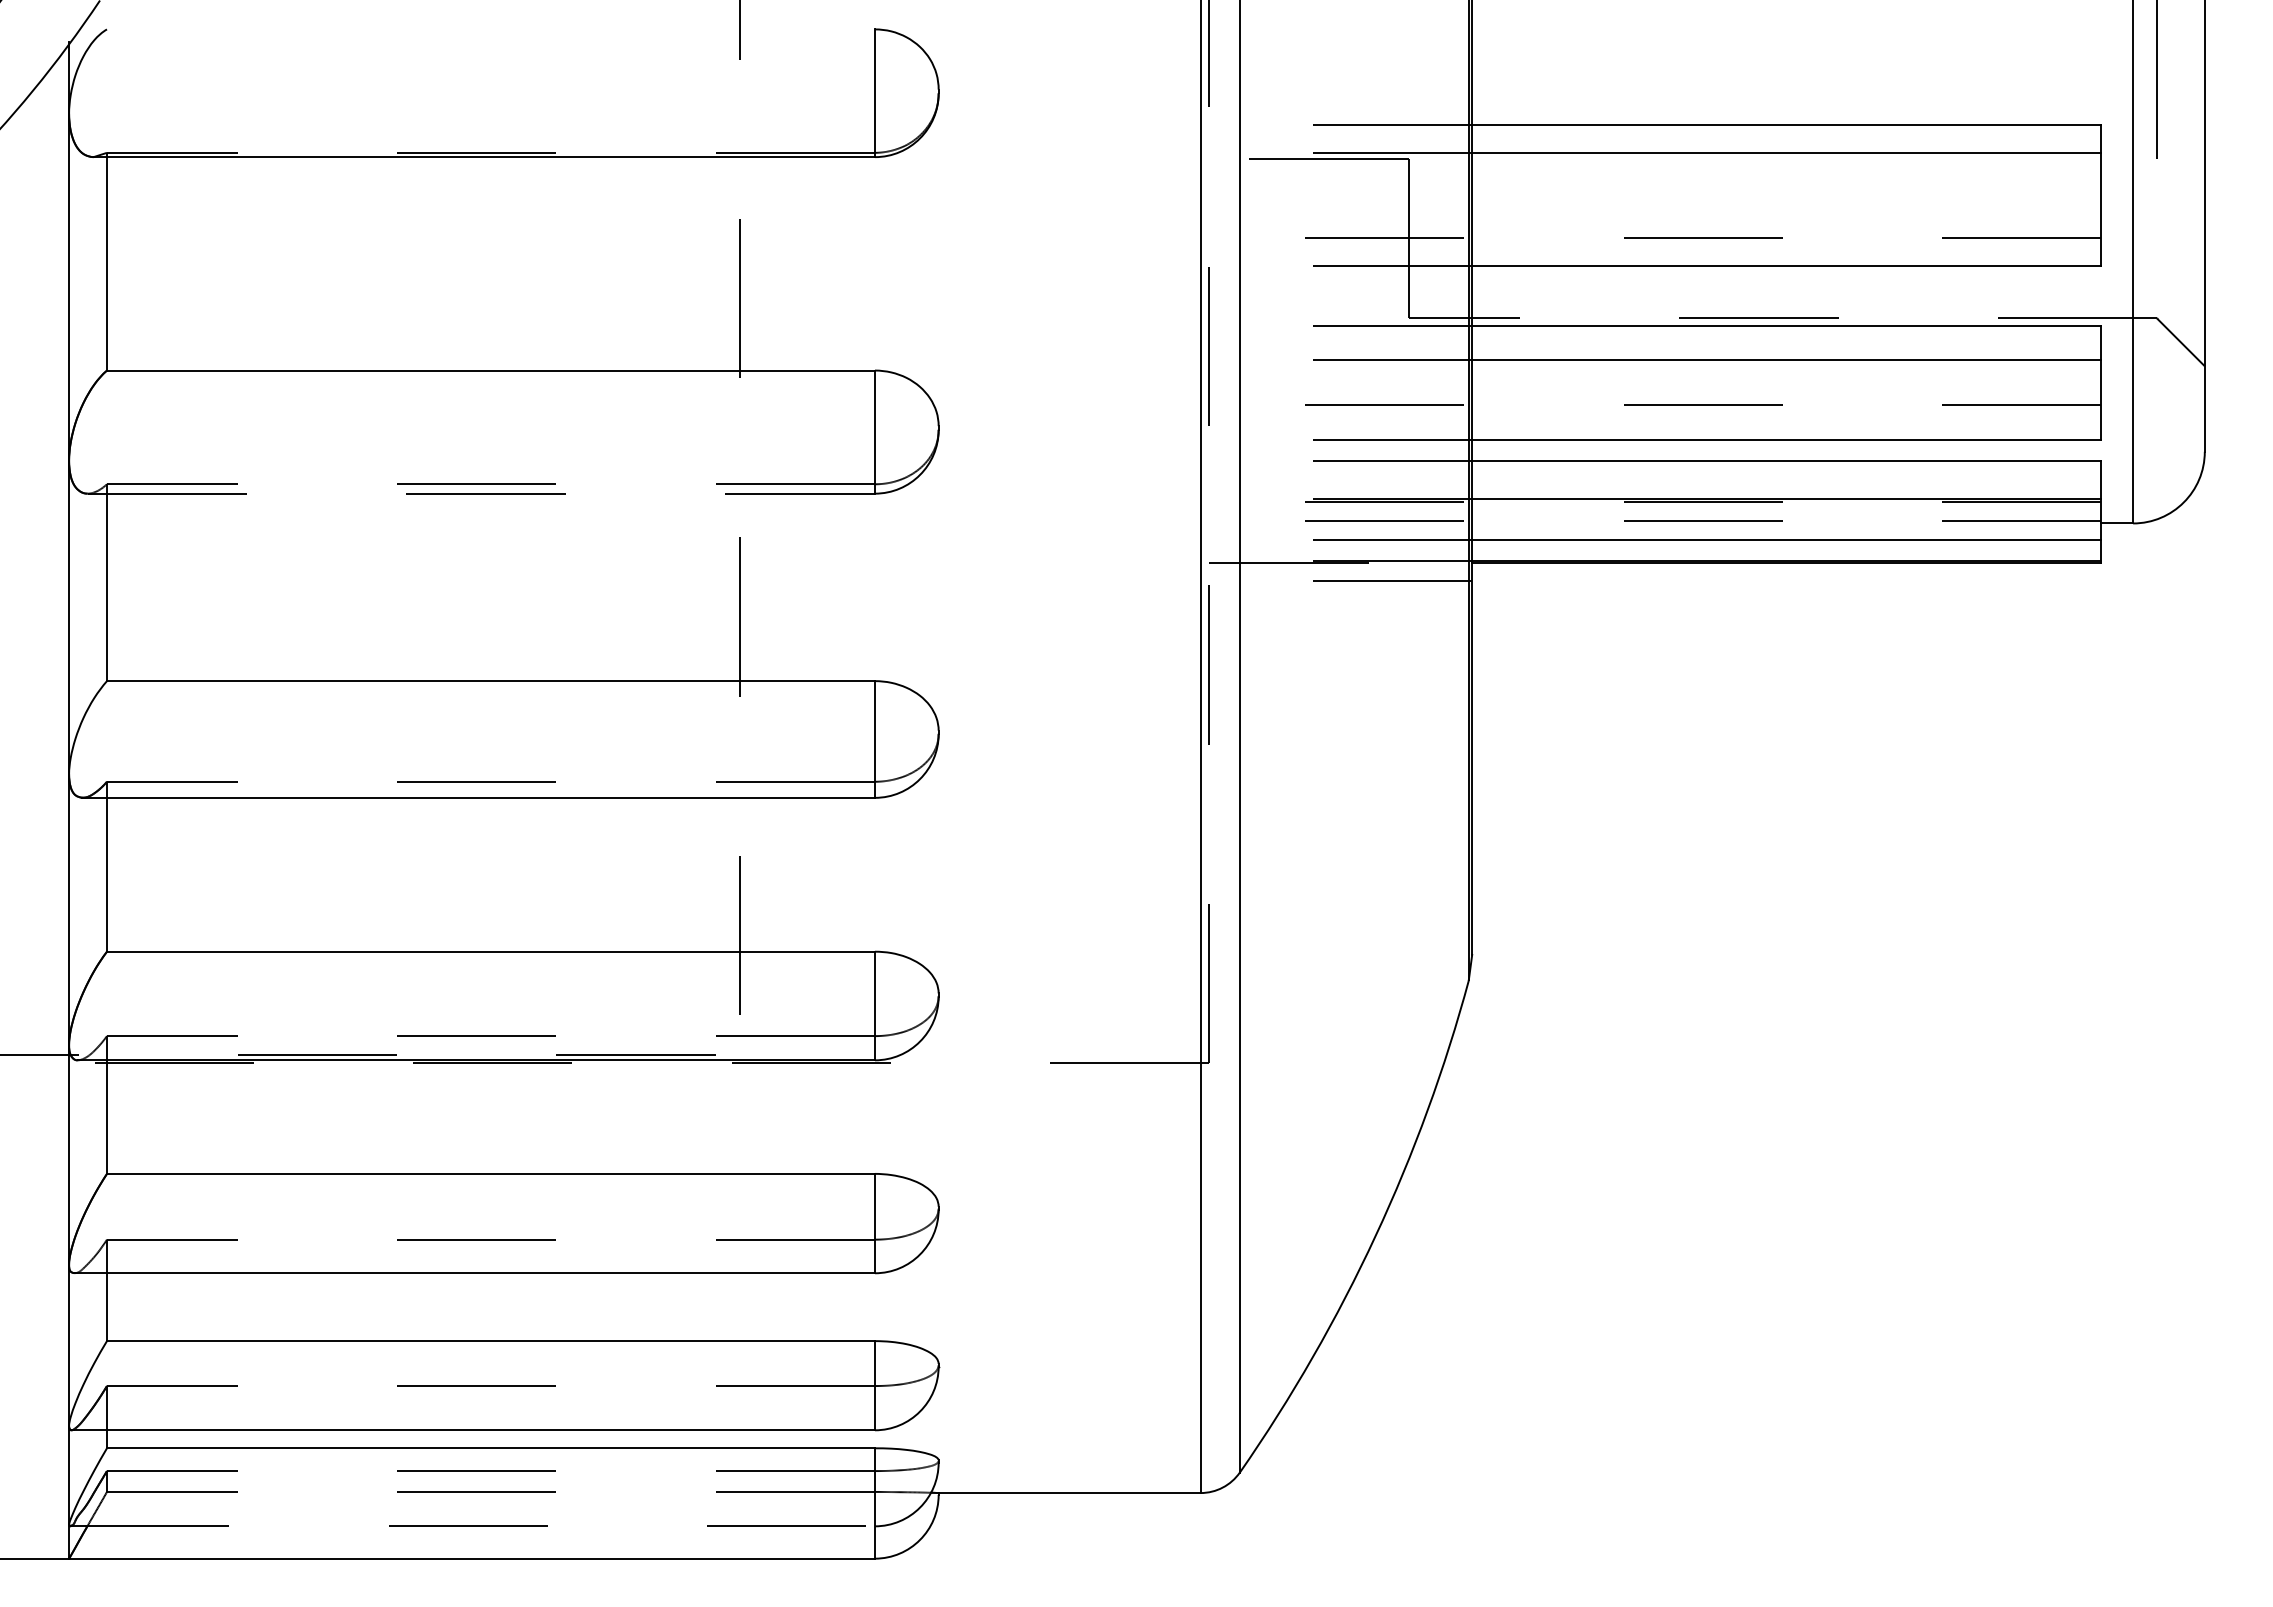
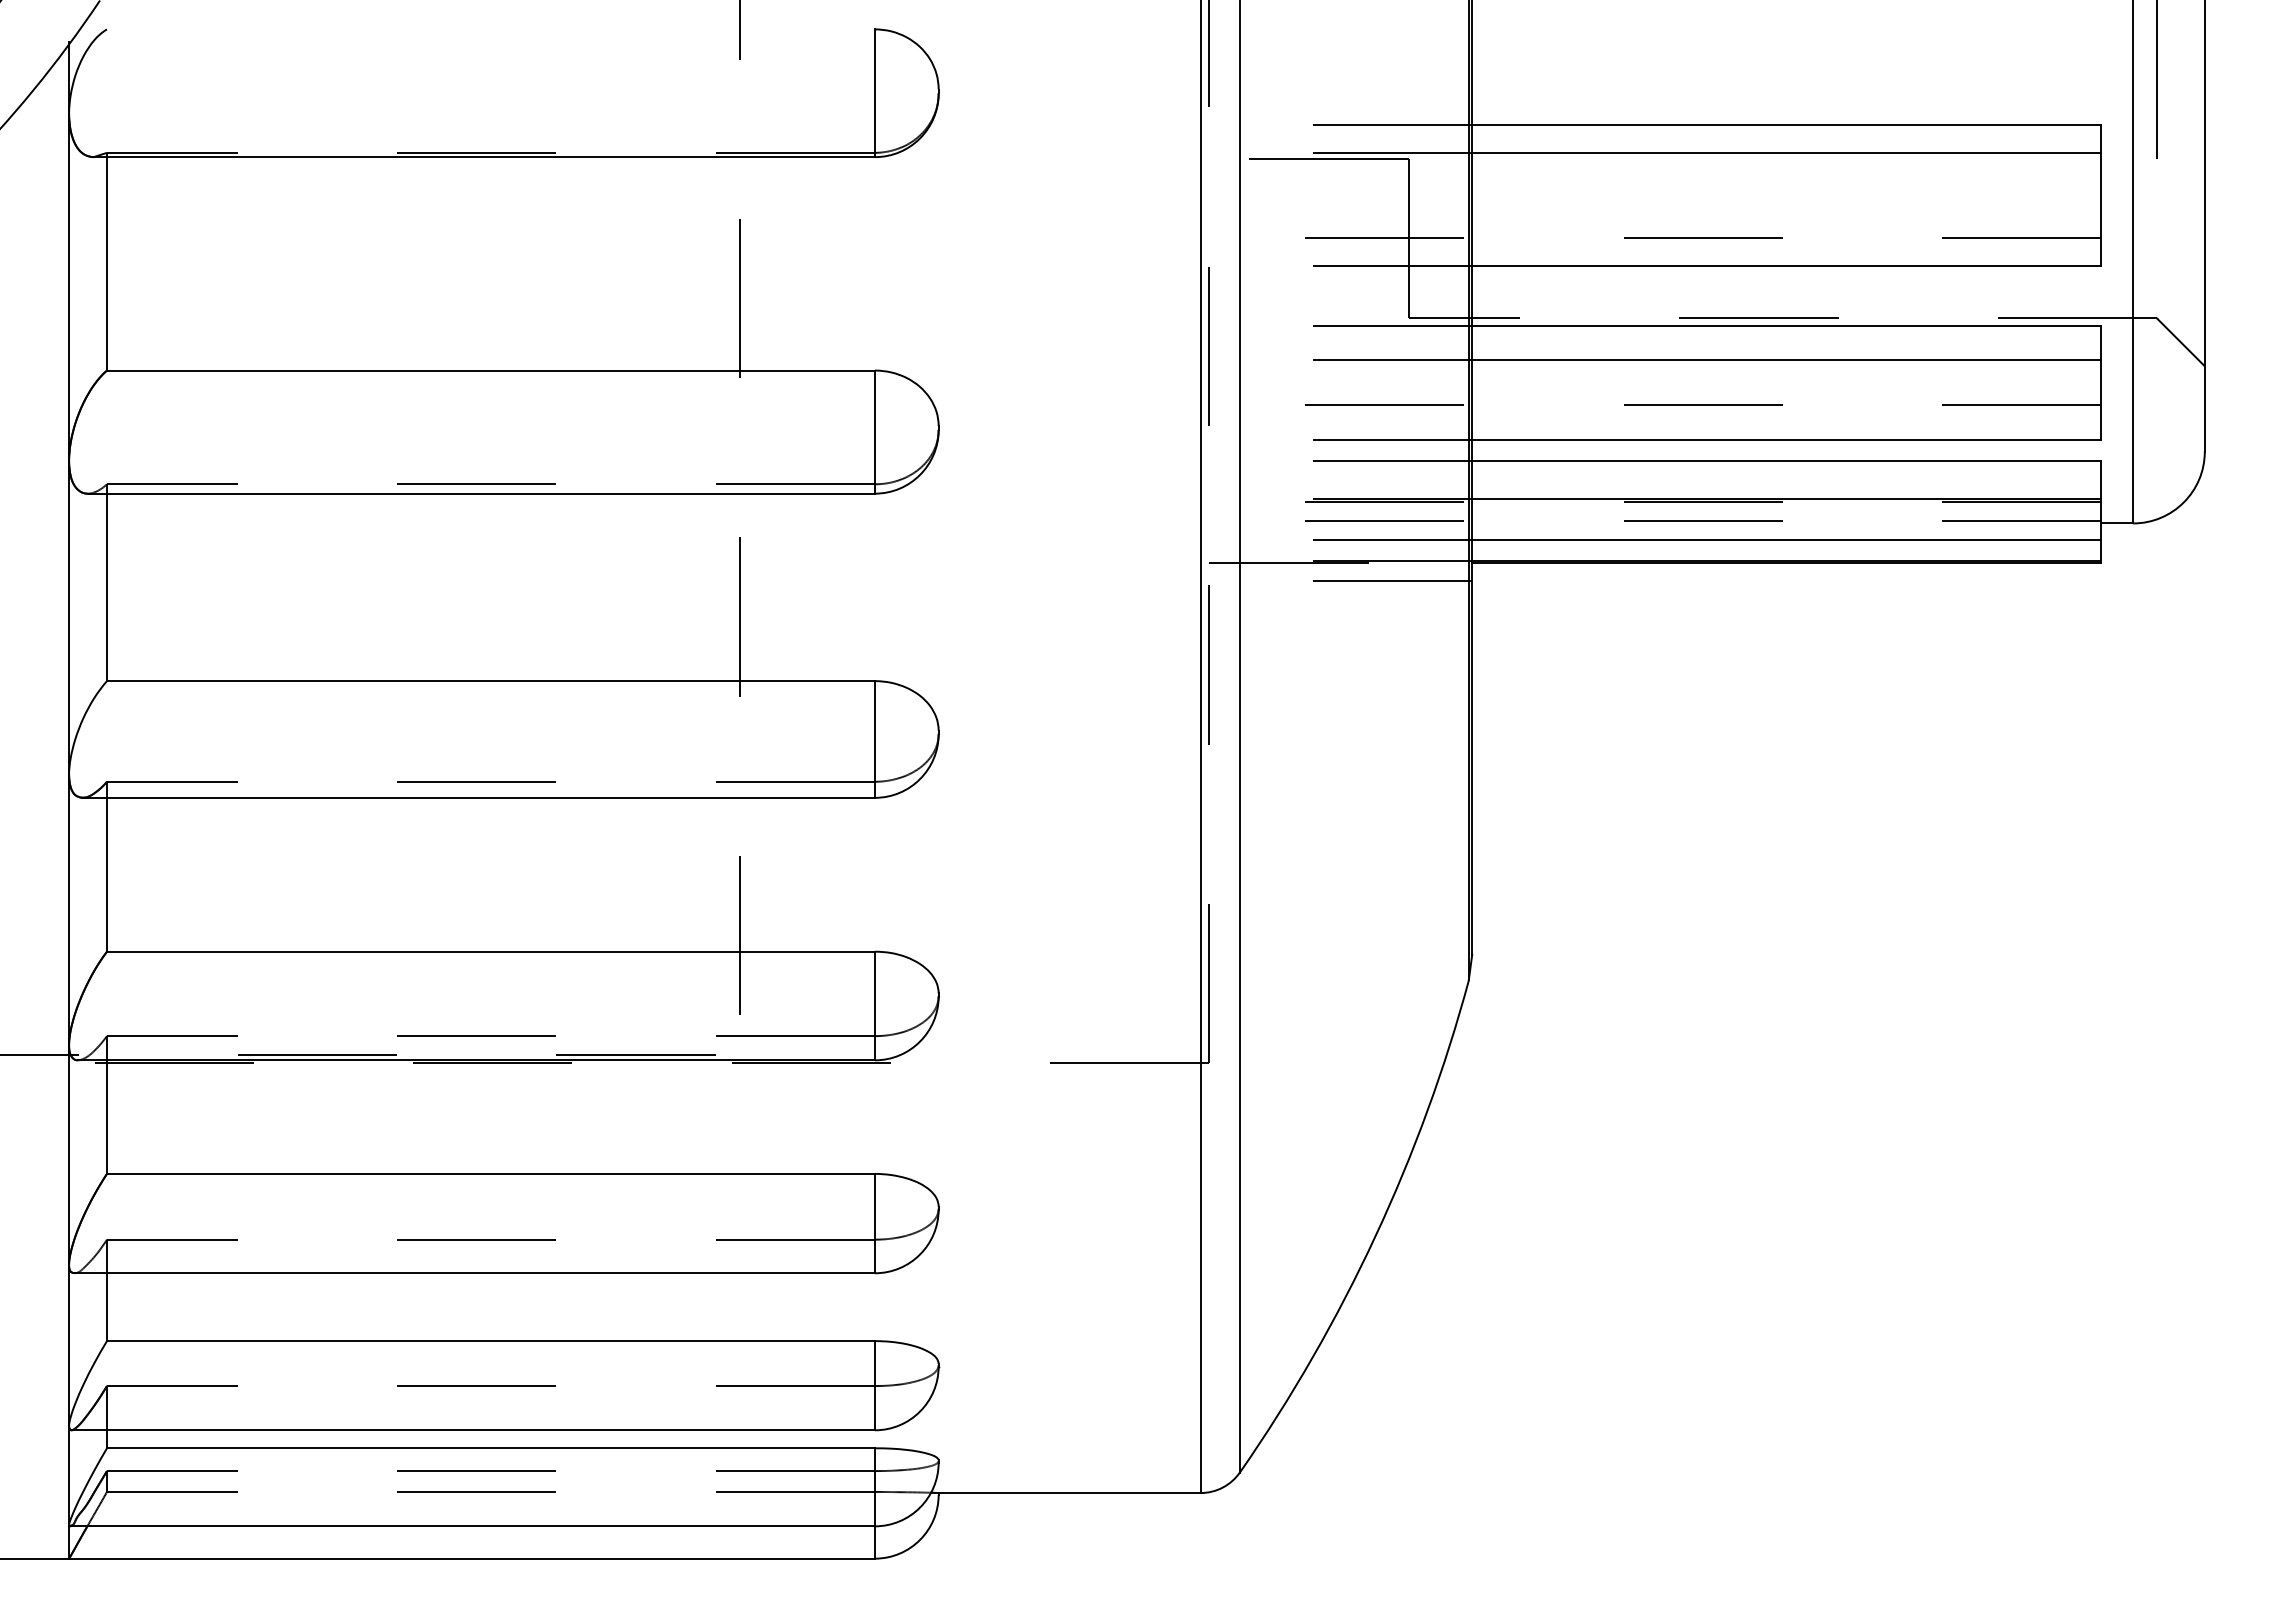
line at (481, 493): dashed -> solid
line at (473, 1526): dashed -> solid
